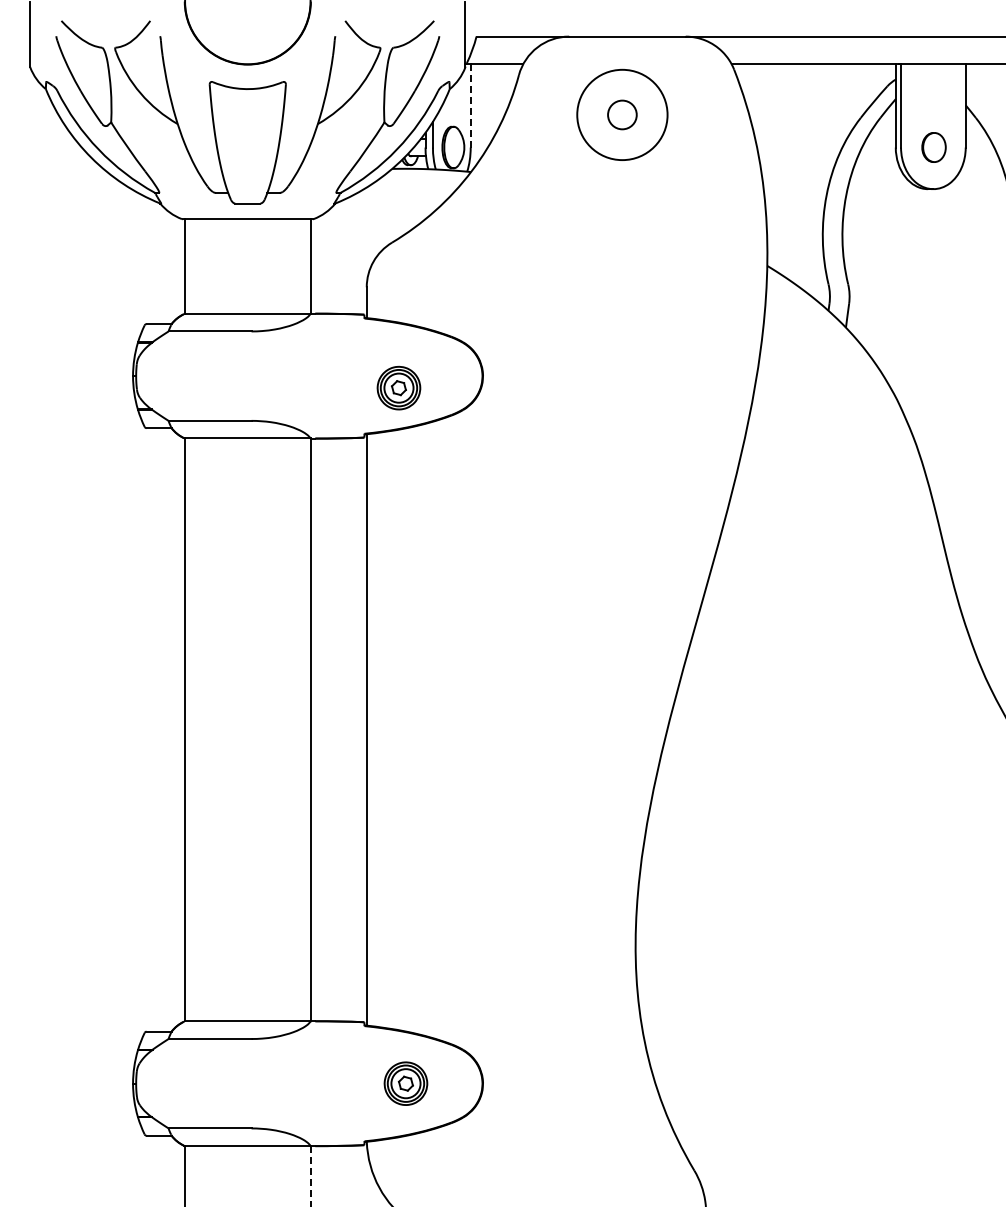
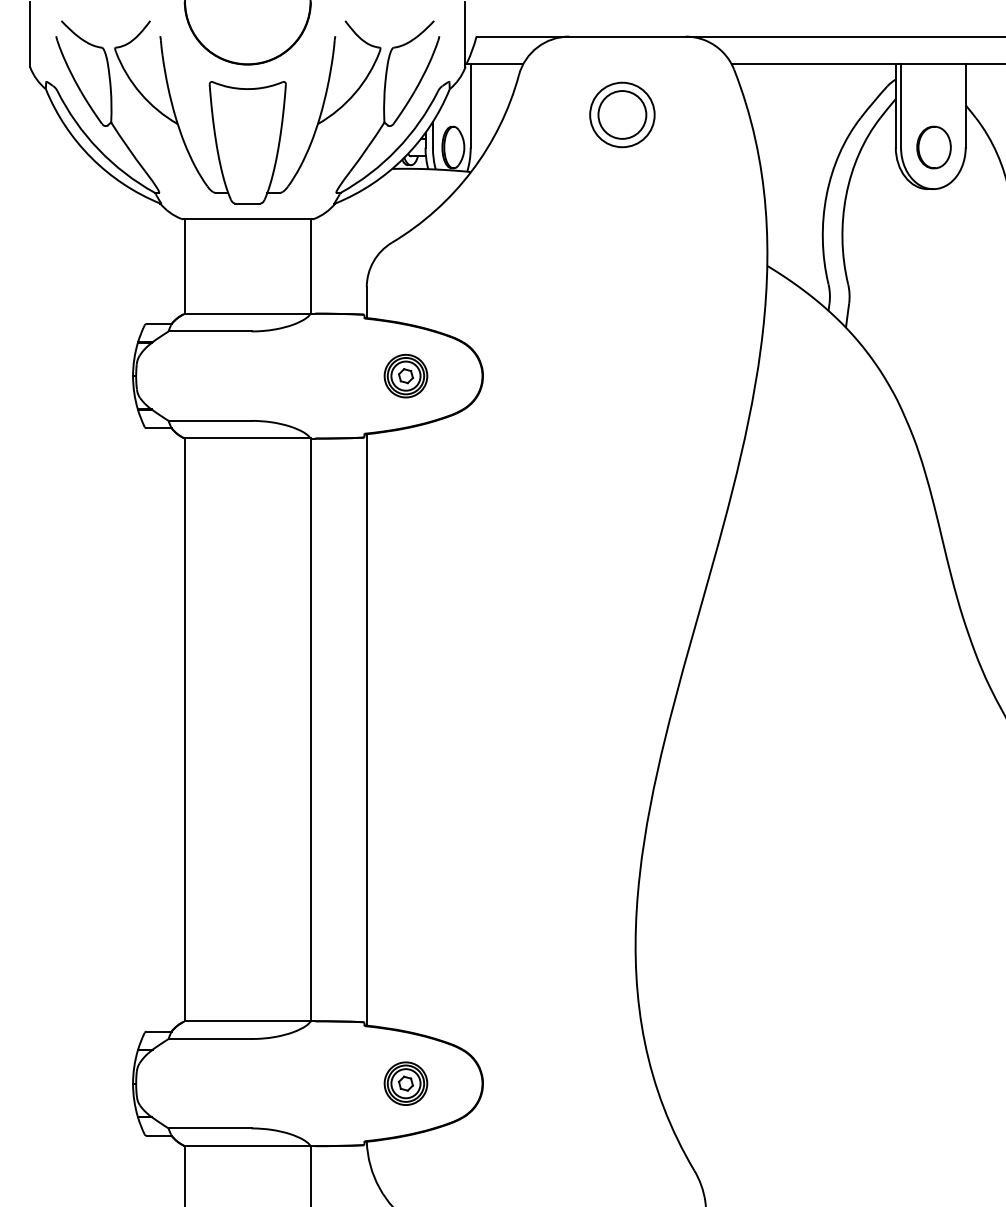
line at (470, 105): dashed -> solid
circle at (622, 114) diameter: 29 px -> 48 px
circle at (622, 114) diameter: 90 px -> 65 px
part at (933, 147) size: 26x31 px -> 36x45 px
part at (398, 387) position: (398, 387) -> (405, 375)
line at (310, 1176): dashed -> solid
